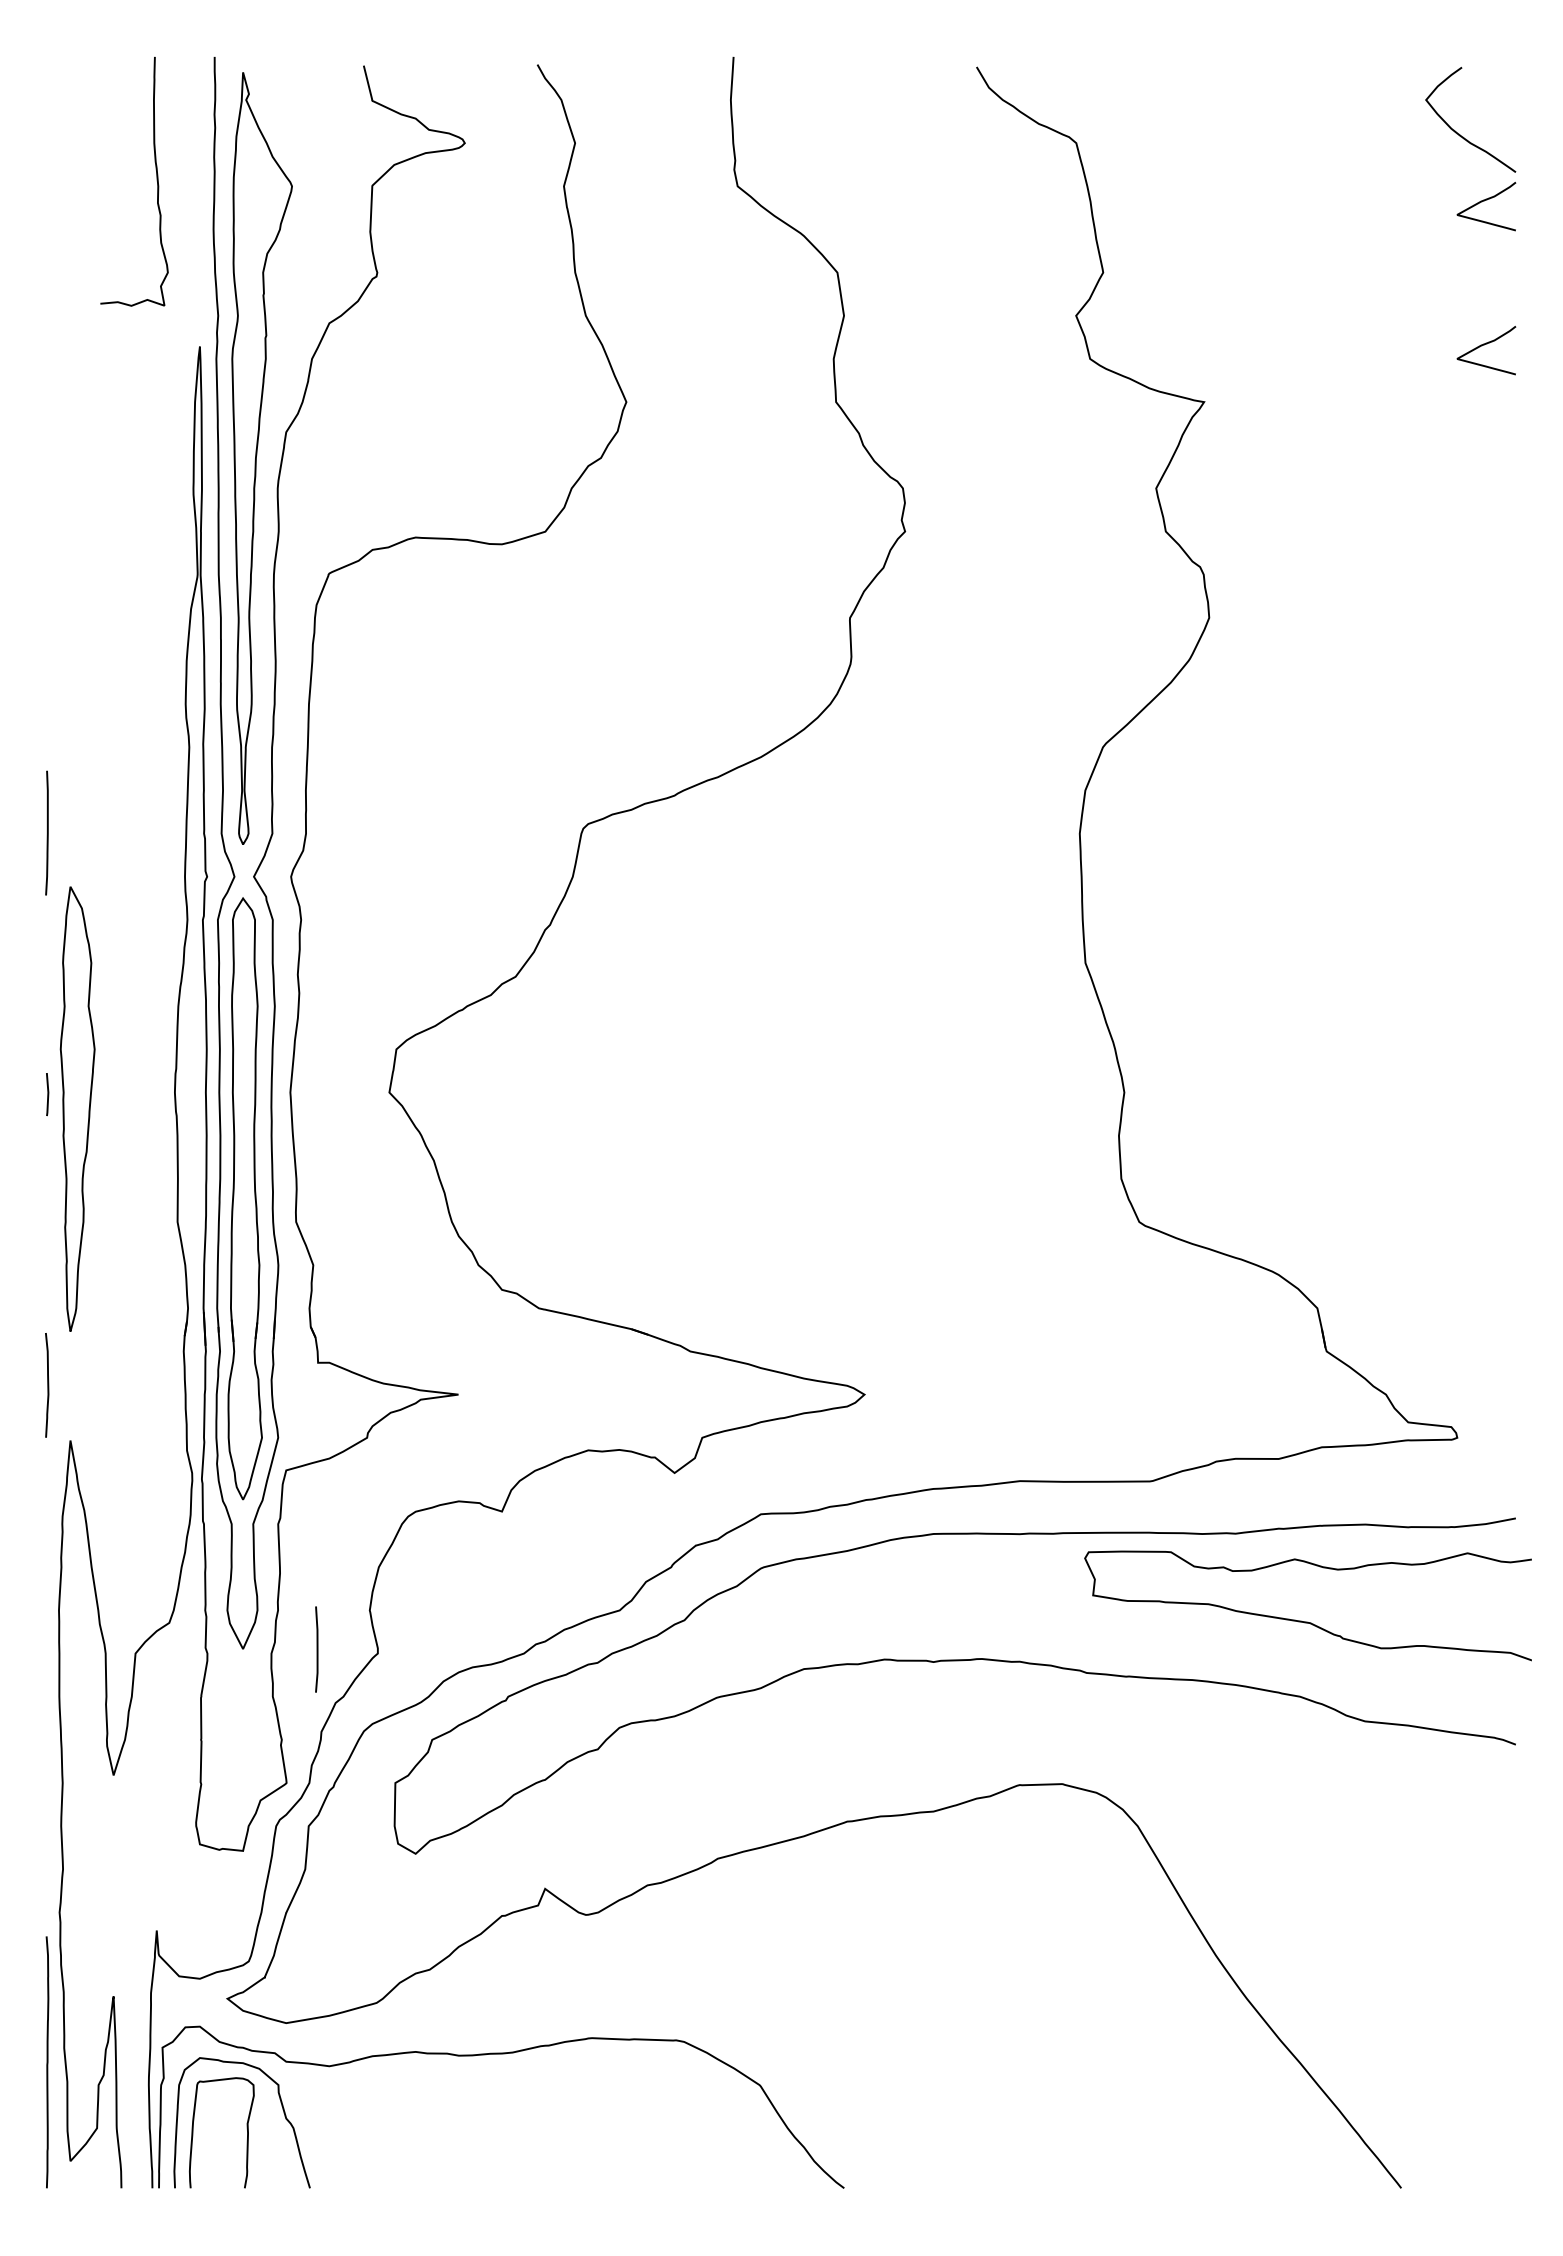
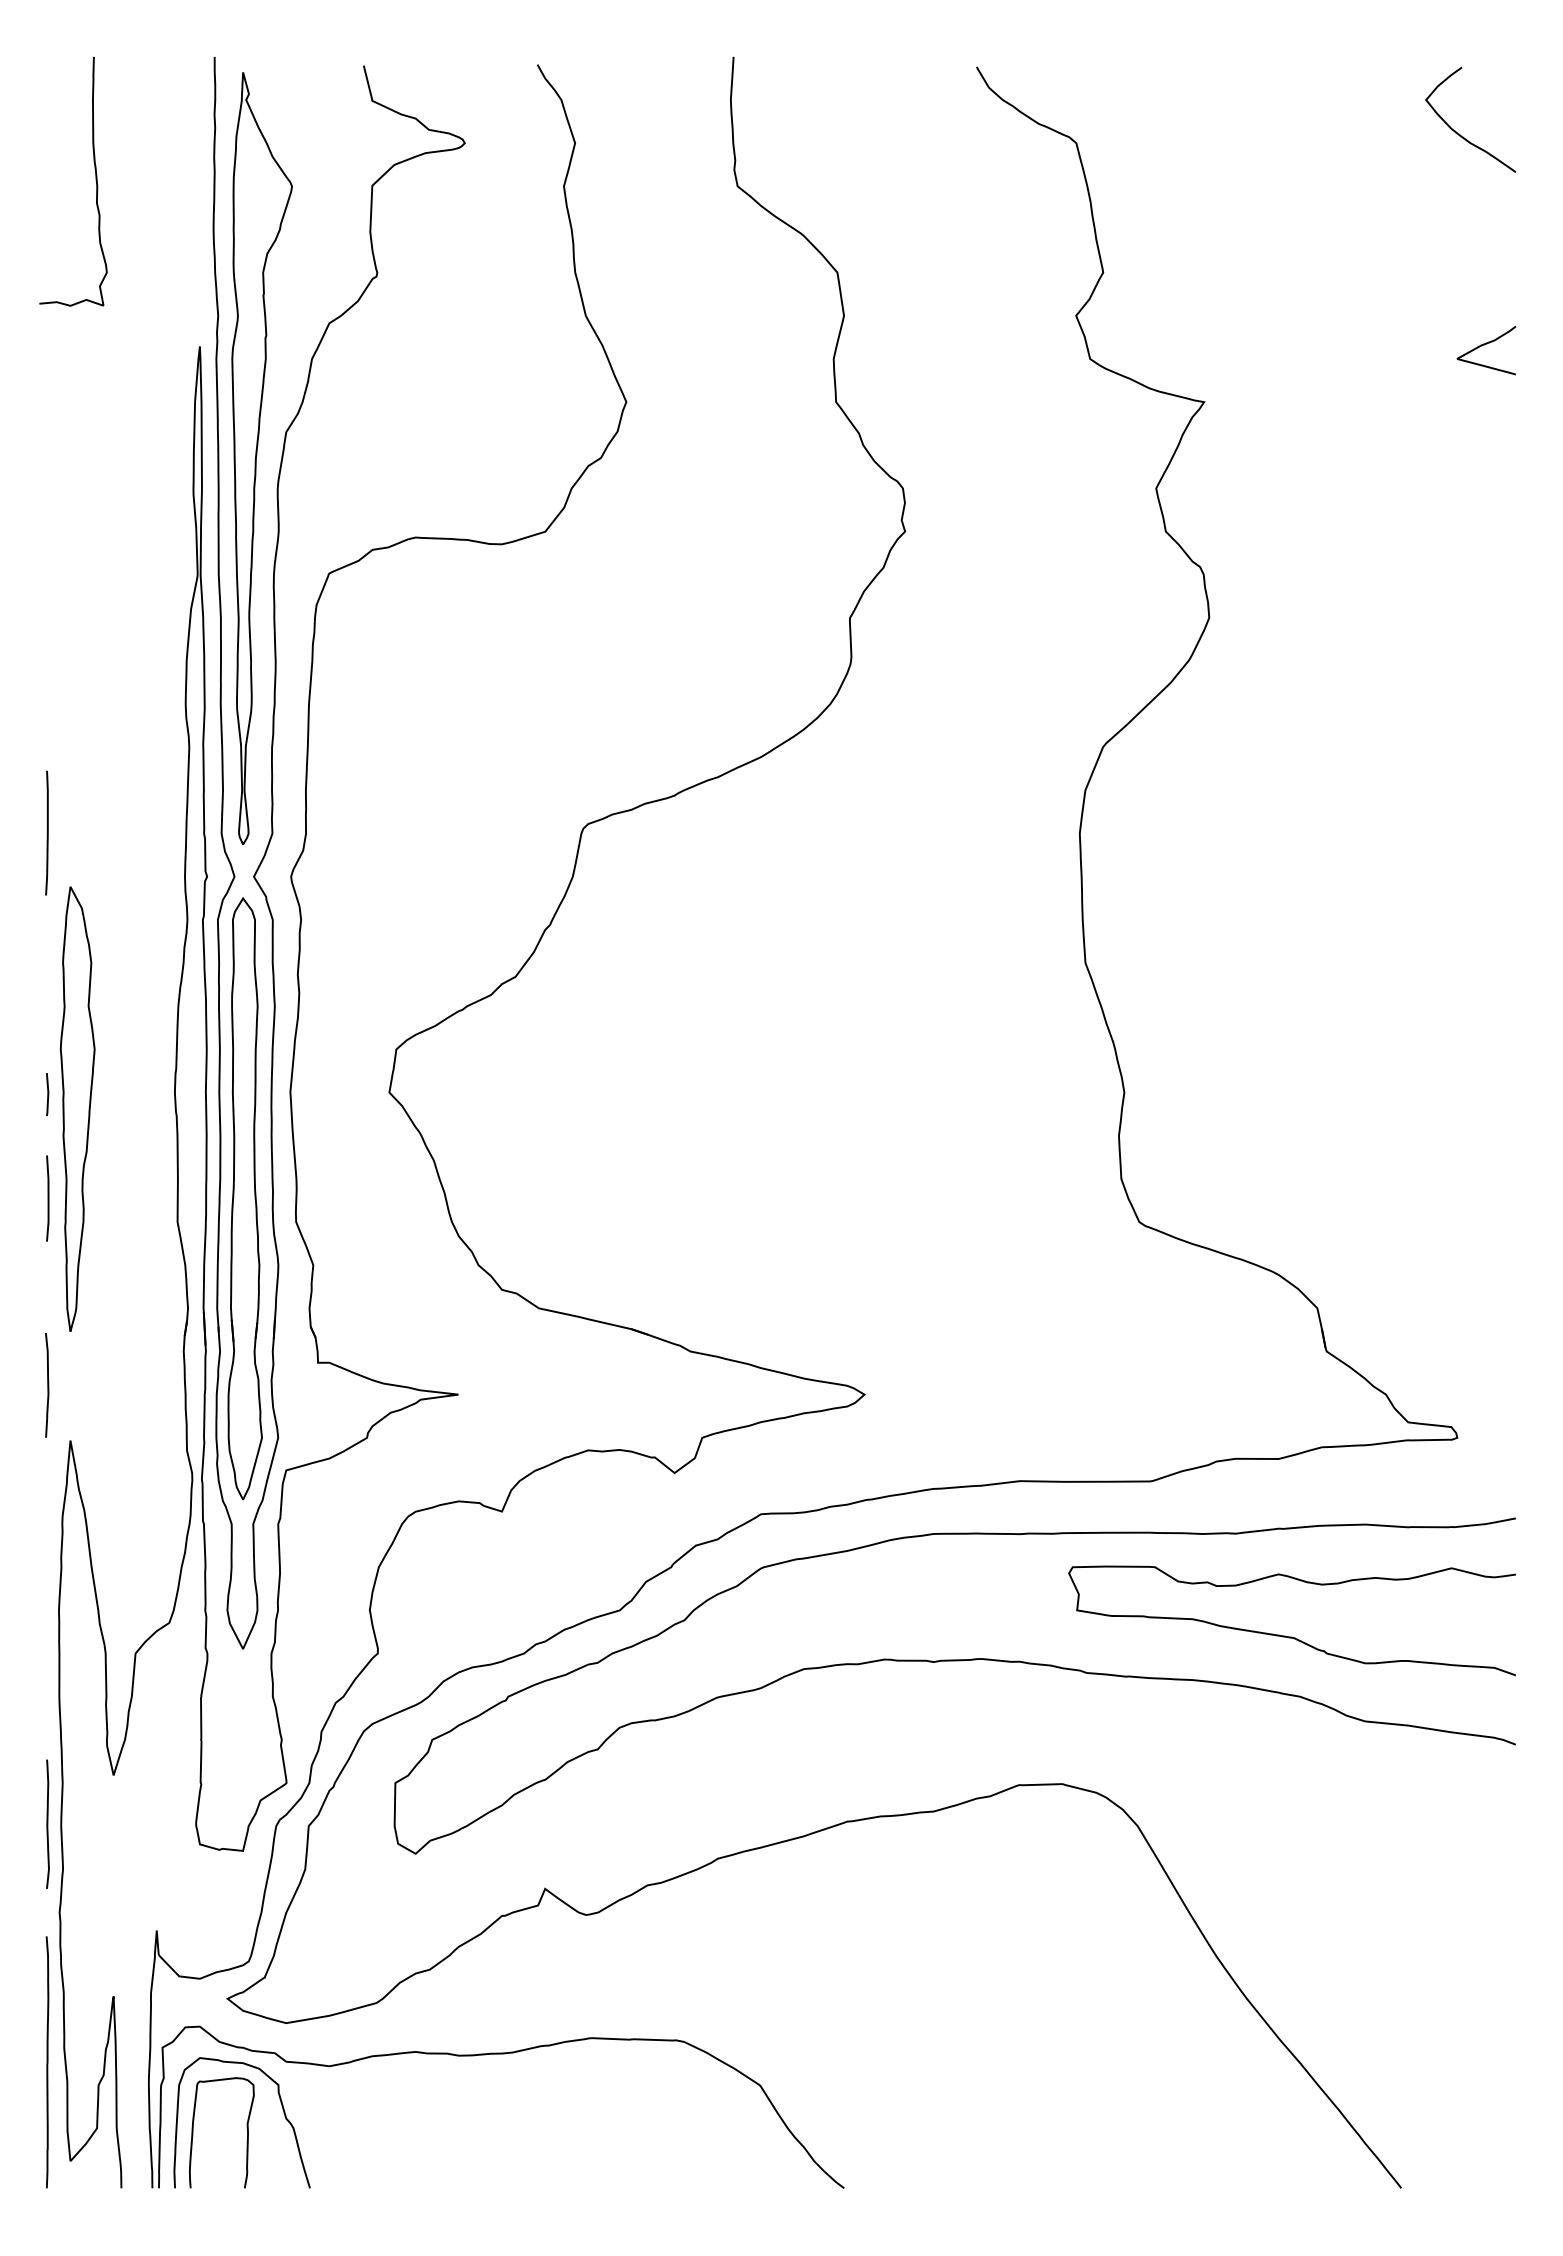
curve at (156, 180) position: (156, 180) -> (95, 180)
curve at (1484, 201): present -> none
curve at (1307, 1621) position: (1307, 1621) -> (1291, 1636)
line at (316, 1649) position: (316, 1649) -> (47, 1198)
line at (47, 1823): none -> present
